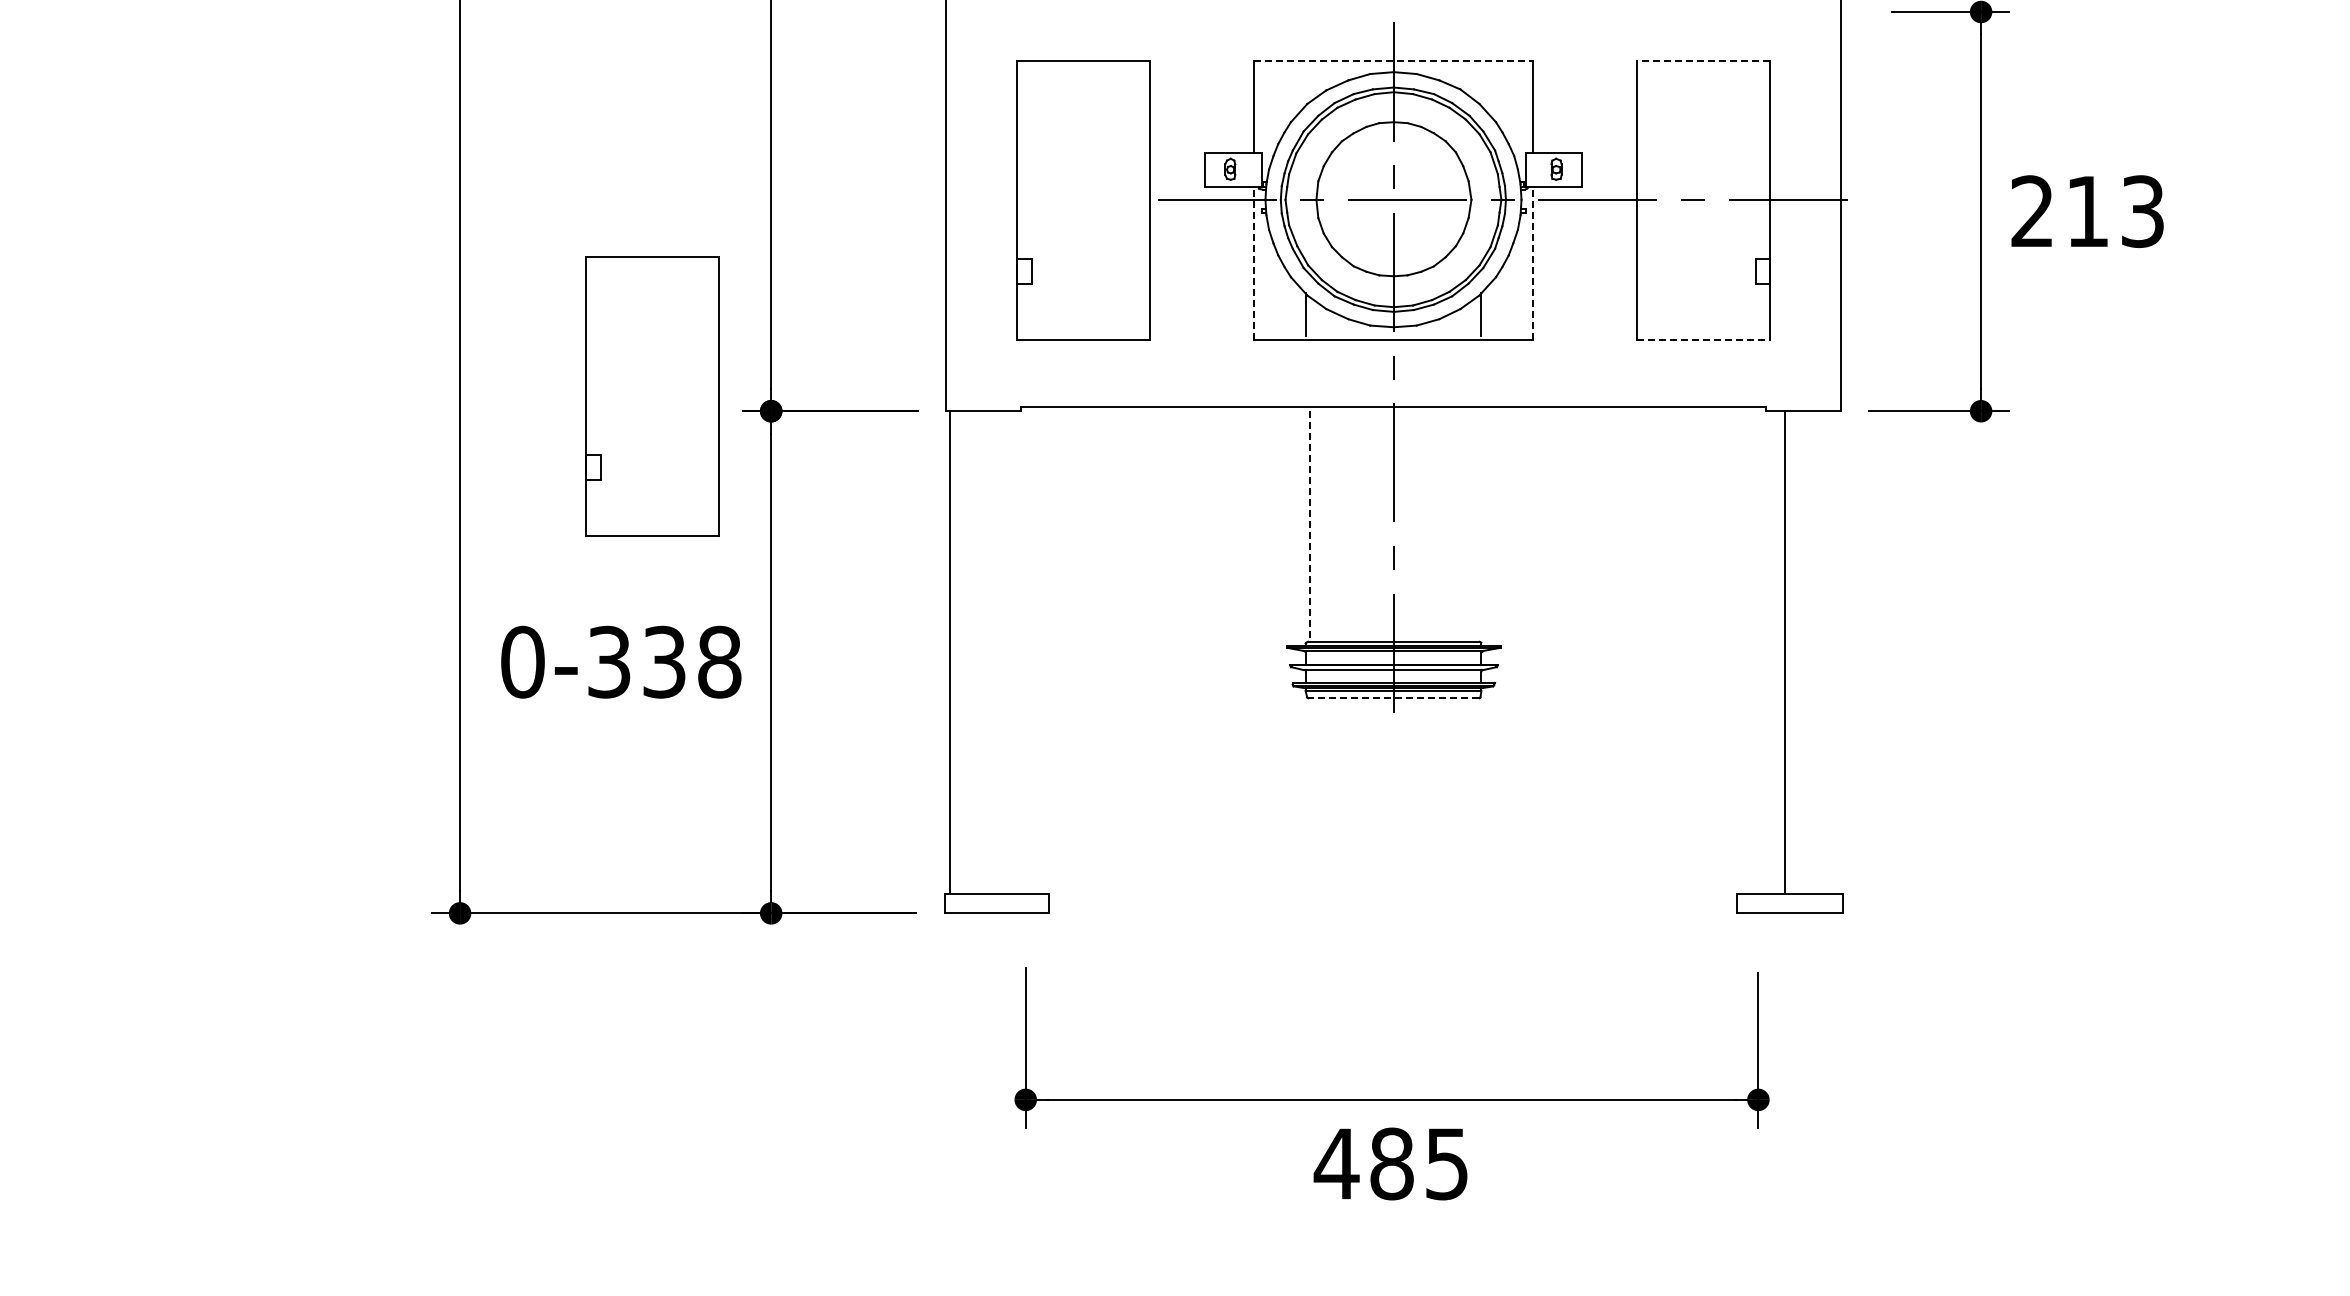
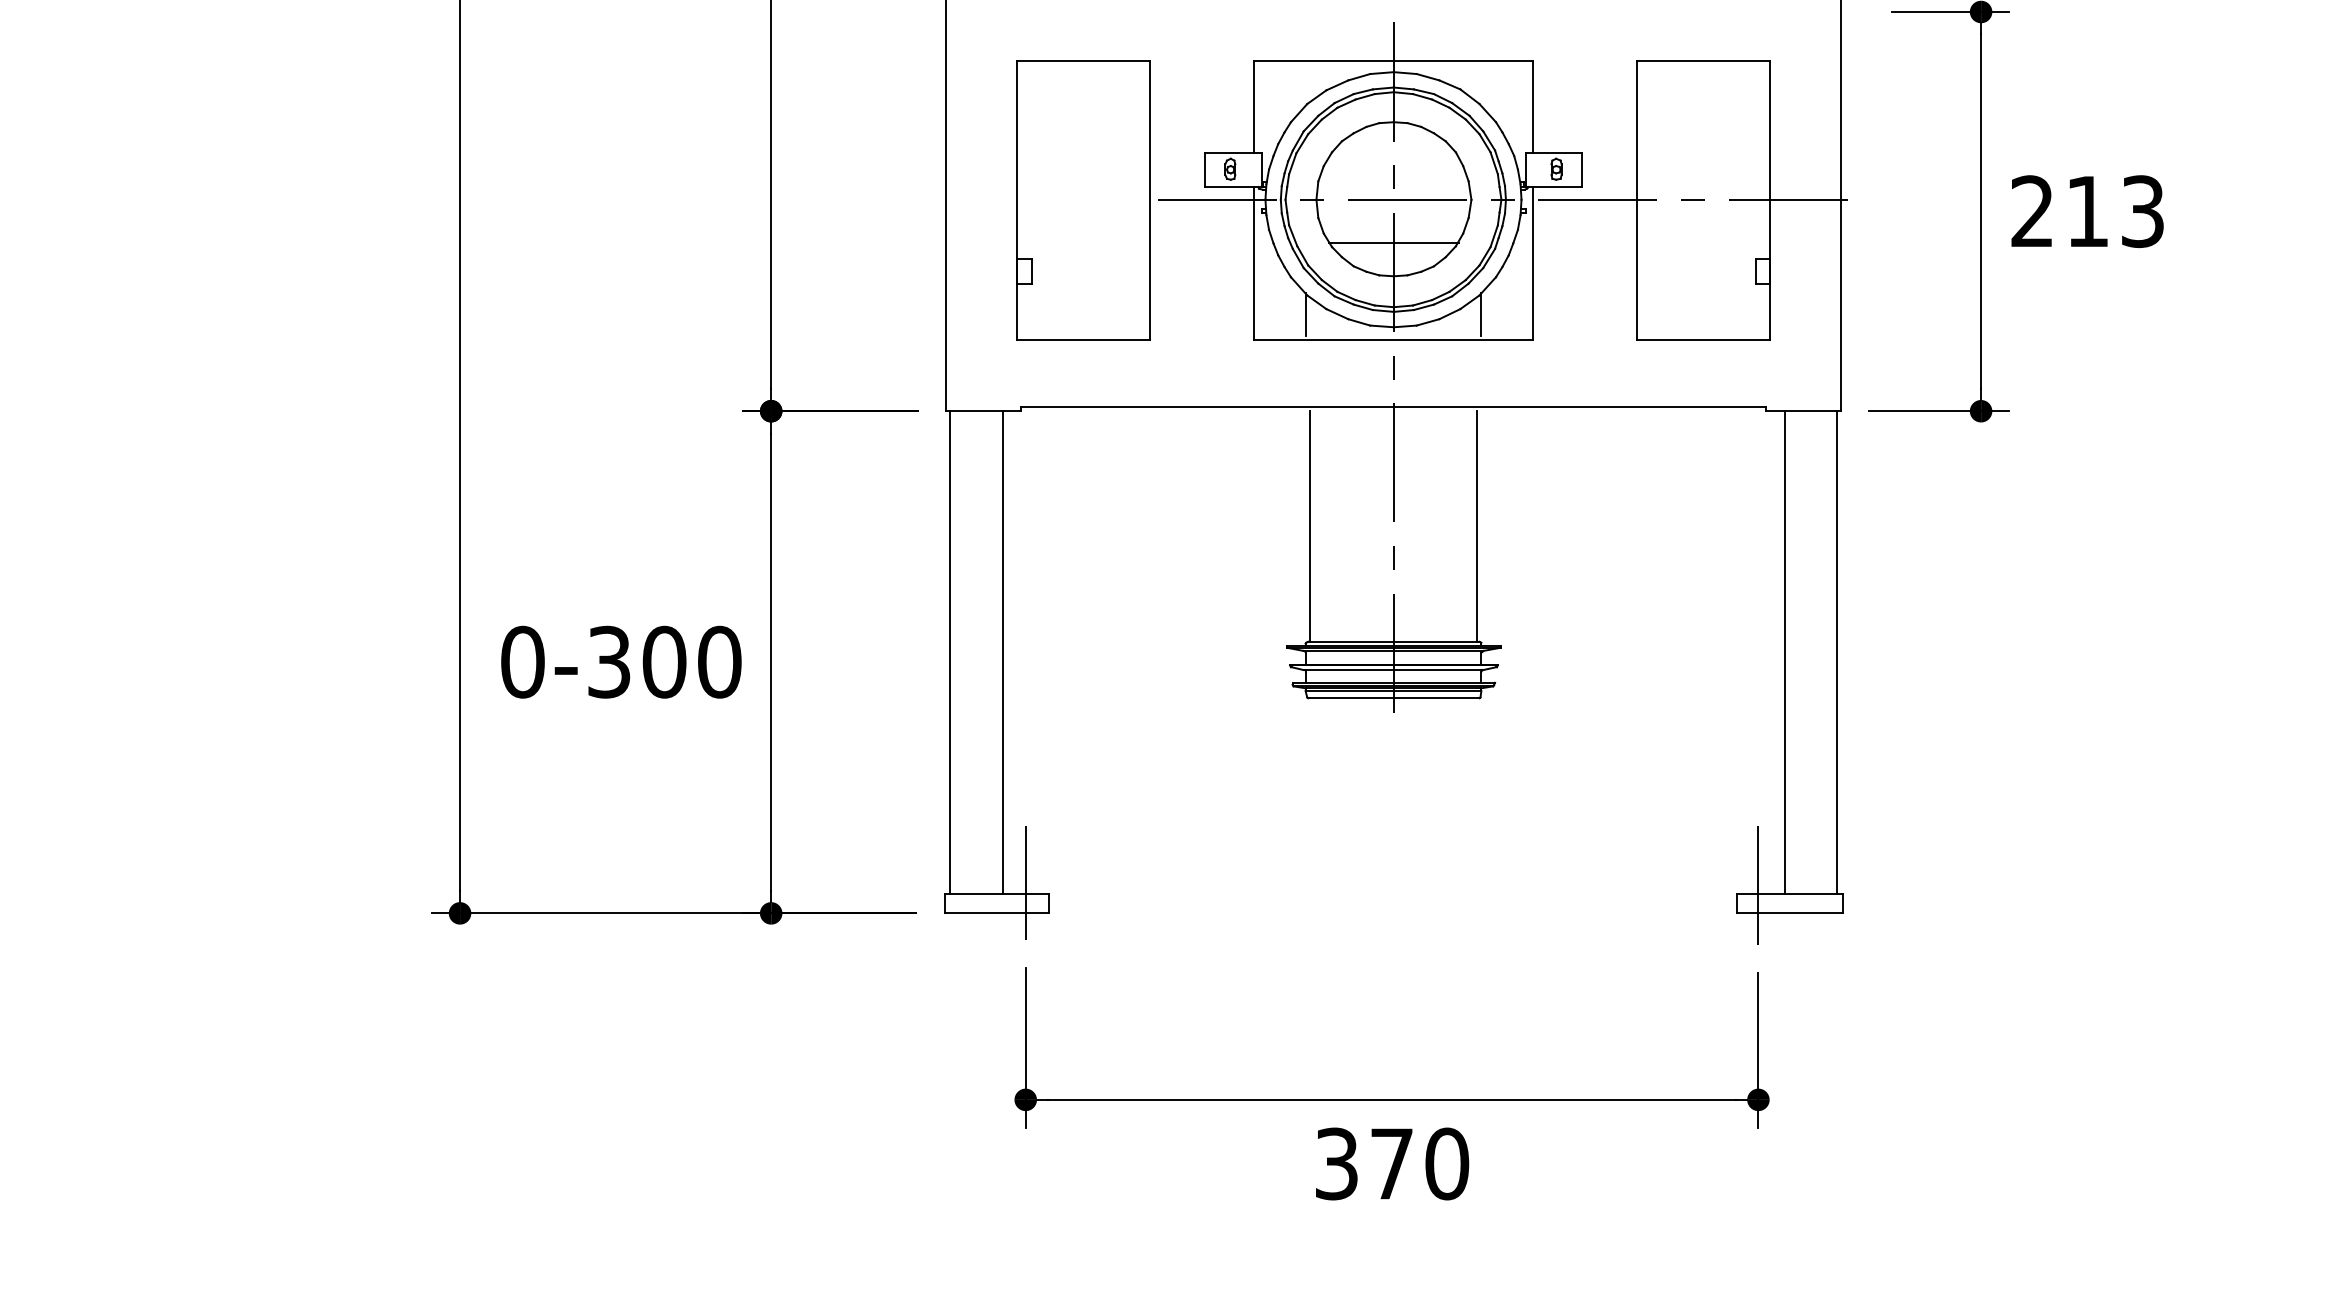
line at (1394, 61): dashed -> solid
line at (1703, 61): dashed -> solid
line at (1393, 242): none -> present
line at (1254, 263): dashed -> solid
line at (1533, 263): dashed -> solid
line at (1703, 340): dashed -> solid
part at (652, 396): present -> none
line at (1476, 526): none -> present
line at (1310, 527): dashed -> solid
line at (1002, 652): none -> present
line at (1836, 652): none -> present
text at (691, 661): 0-338 -> 0-300
line at (1393, 698): dashed -> solid
line at (1025, 882): none -> present
line at (1758, 885): none -> present
text at (1391, 1163): 485 -> 370
